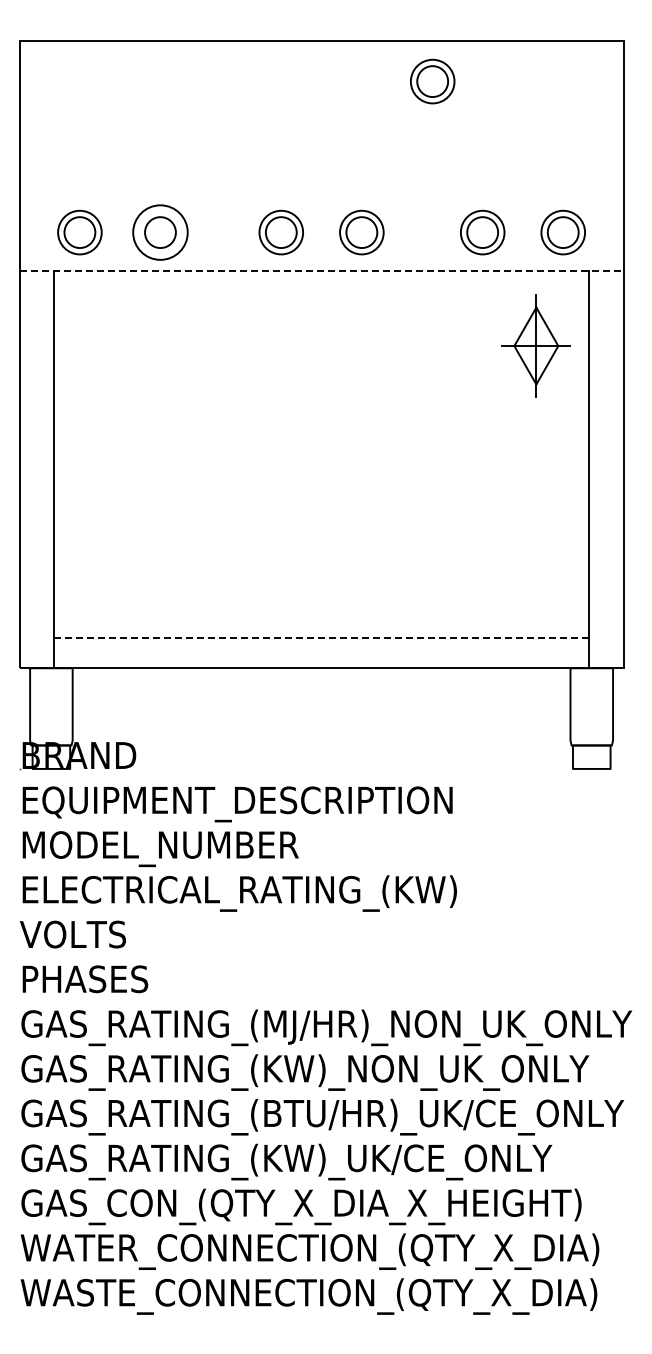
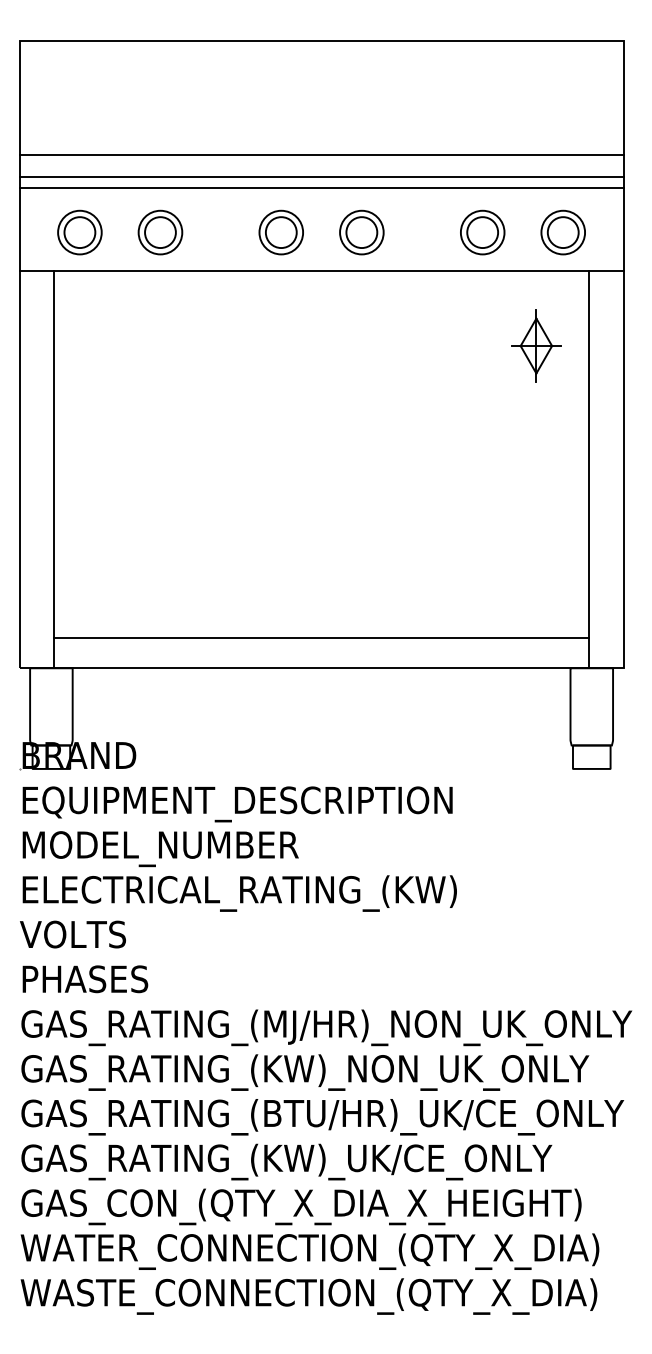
part at (432, 81): present -> none
line at (321, 154): none -> present
line at (321, 176): none -> present
line at (321, 187): none -> present
circle at (160, 232) diameter: 55 px -> 44 px
line at (322, 270): dashed -> solid
part at (535, 345) size: 70x104 px -> 51x74 px
line at (322, 638): dashed -> solid
